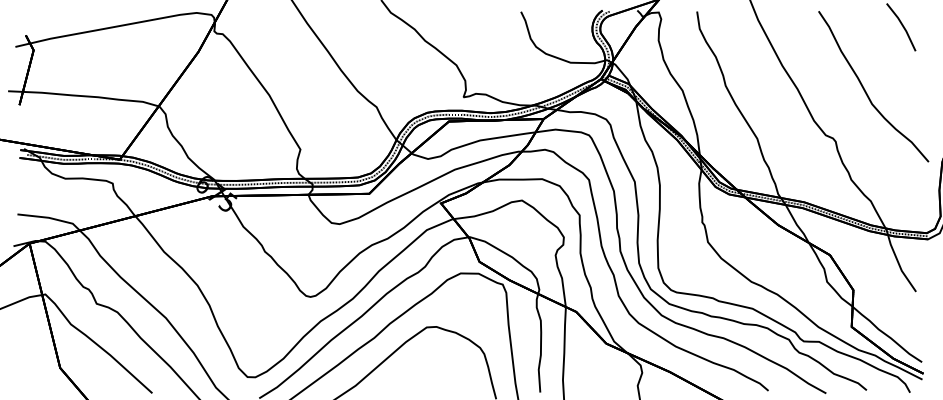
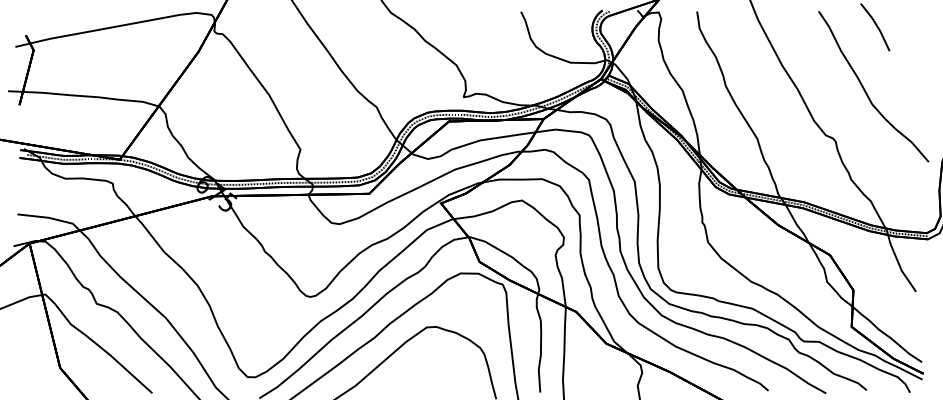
part at (901, 27) position: (901, 27) -> (875, 27)
